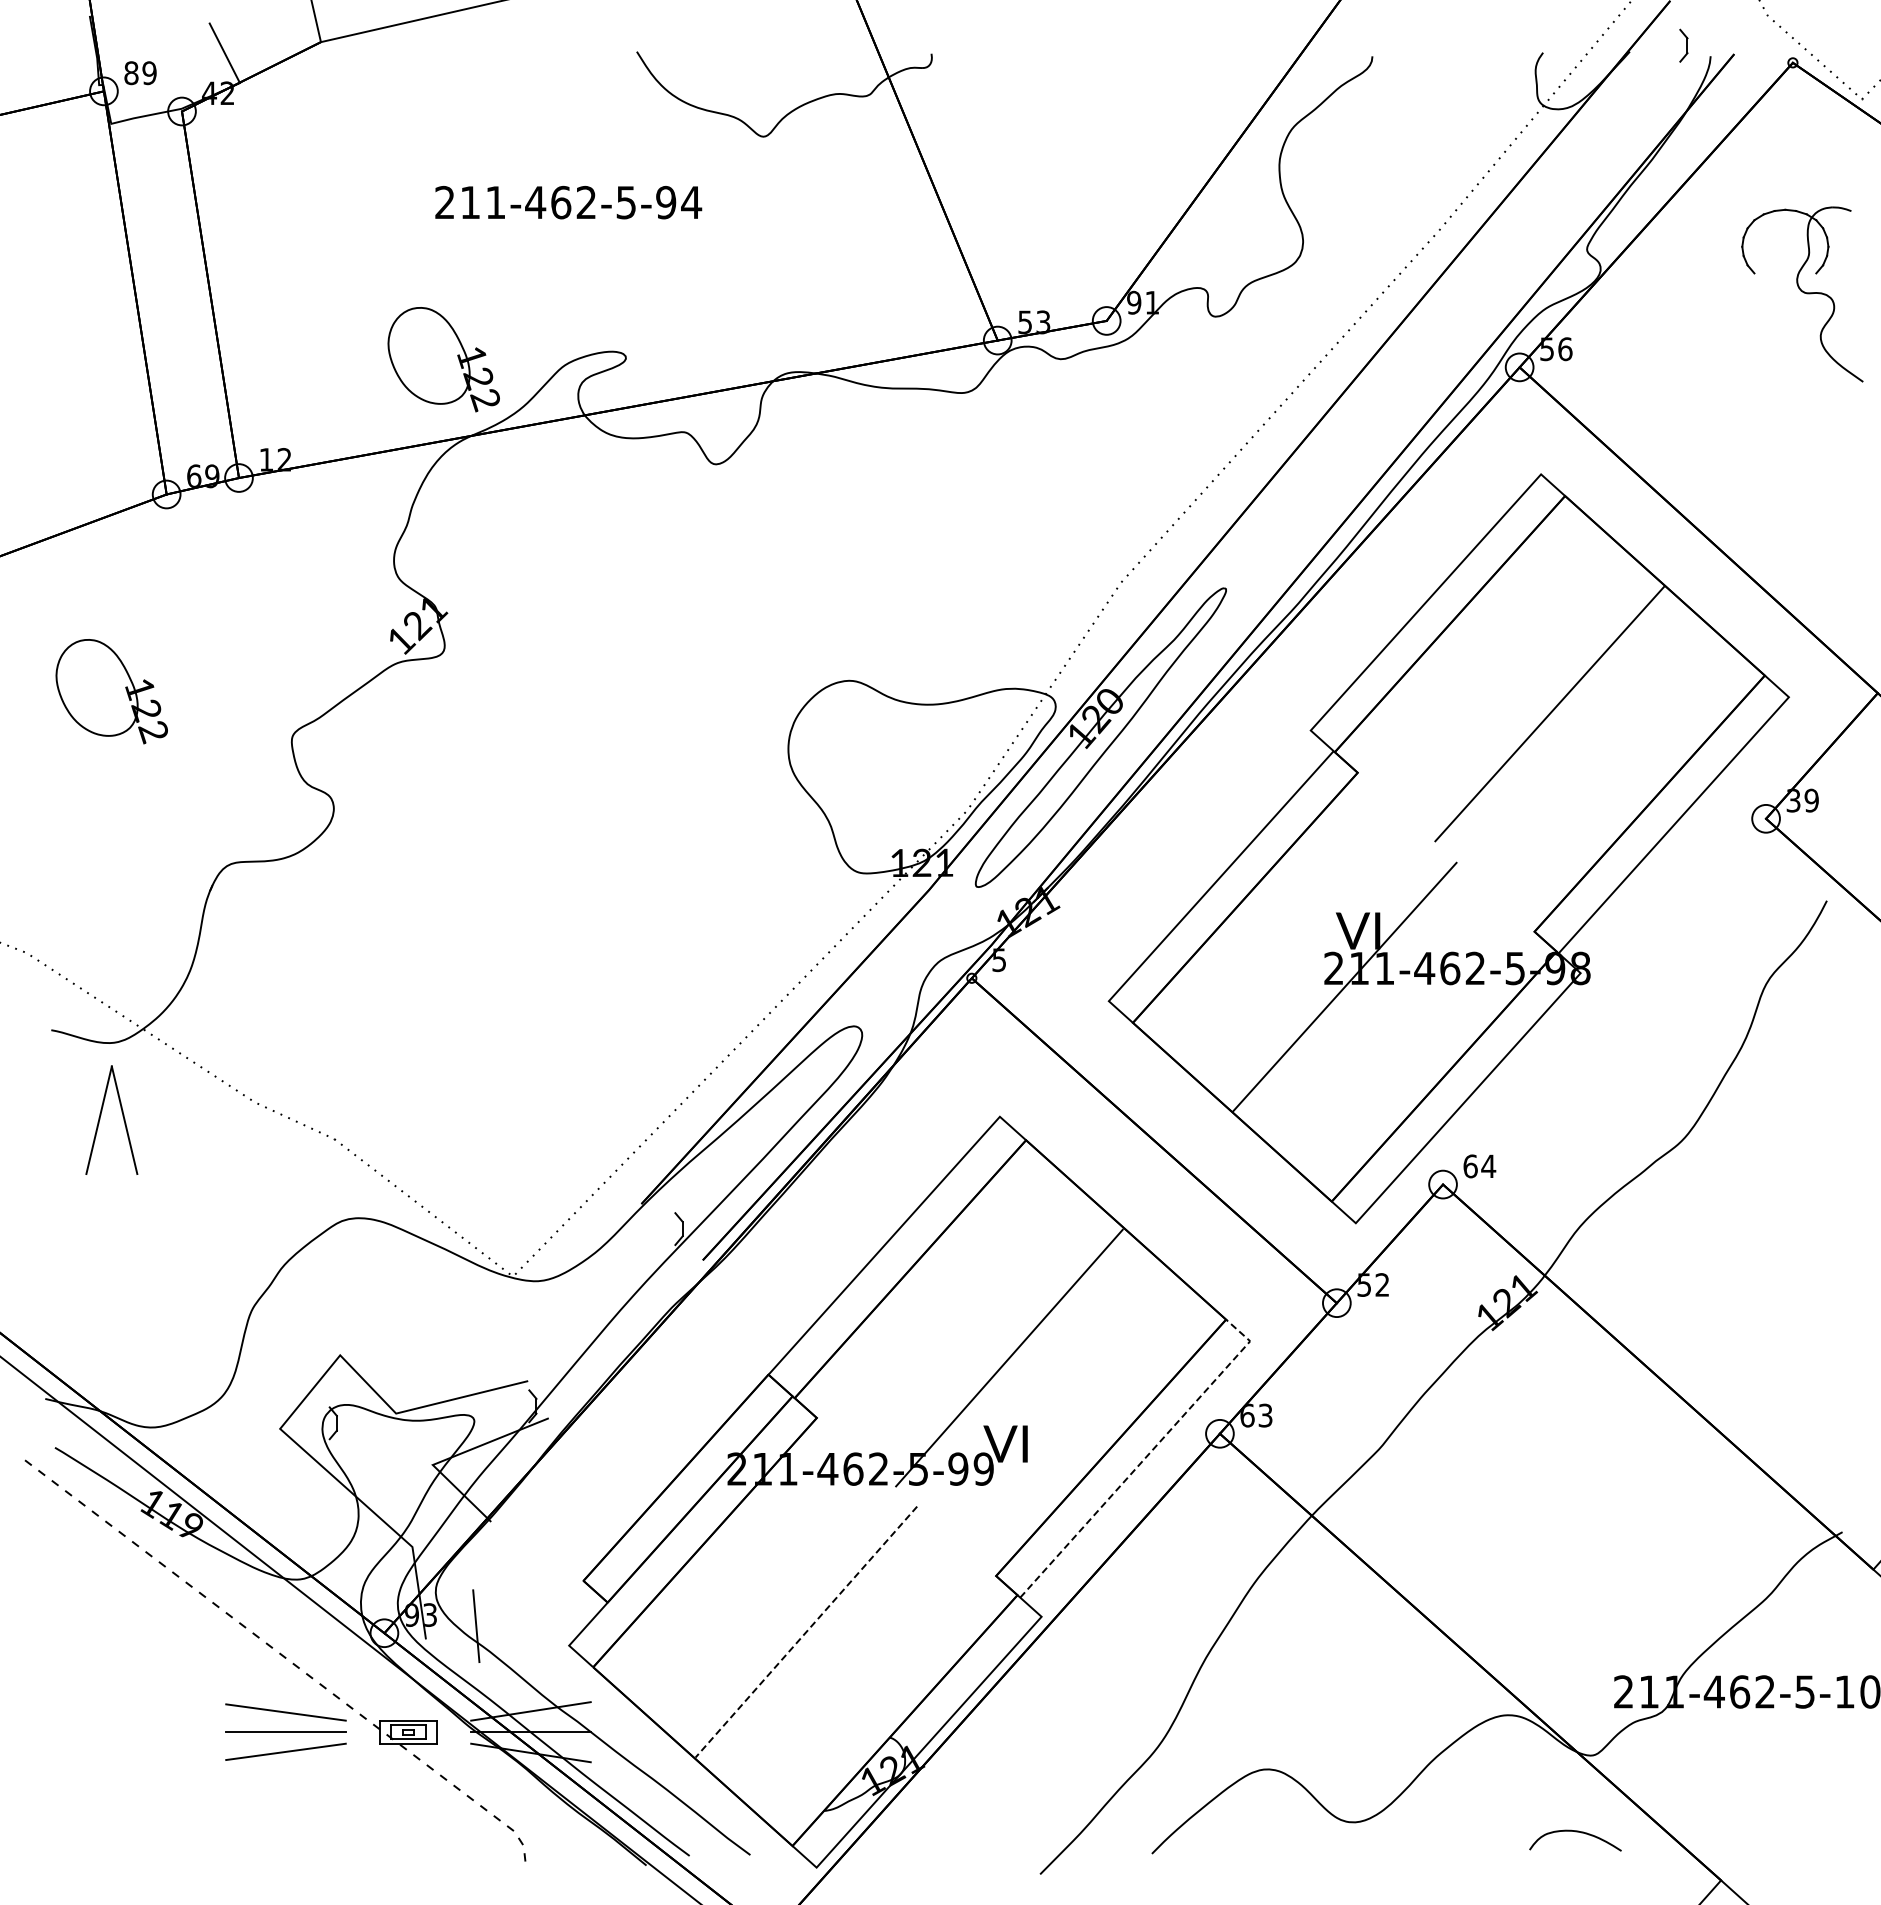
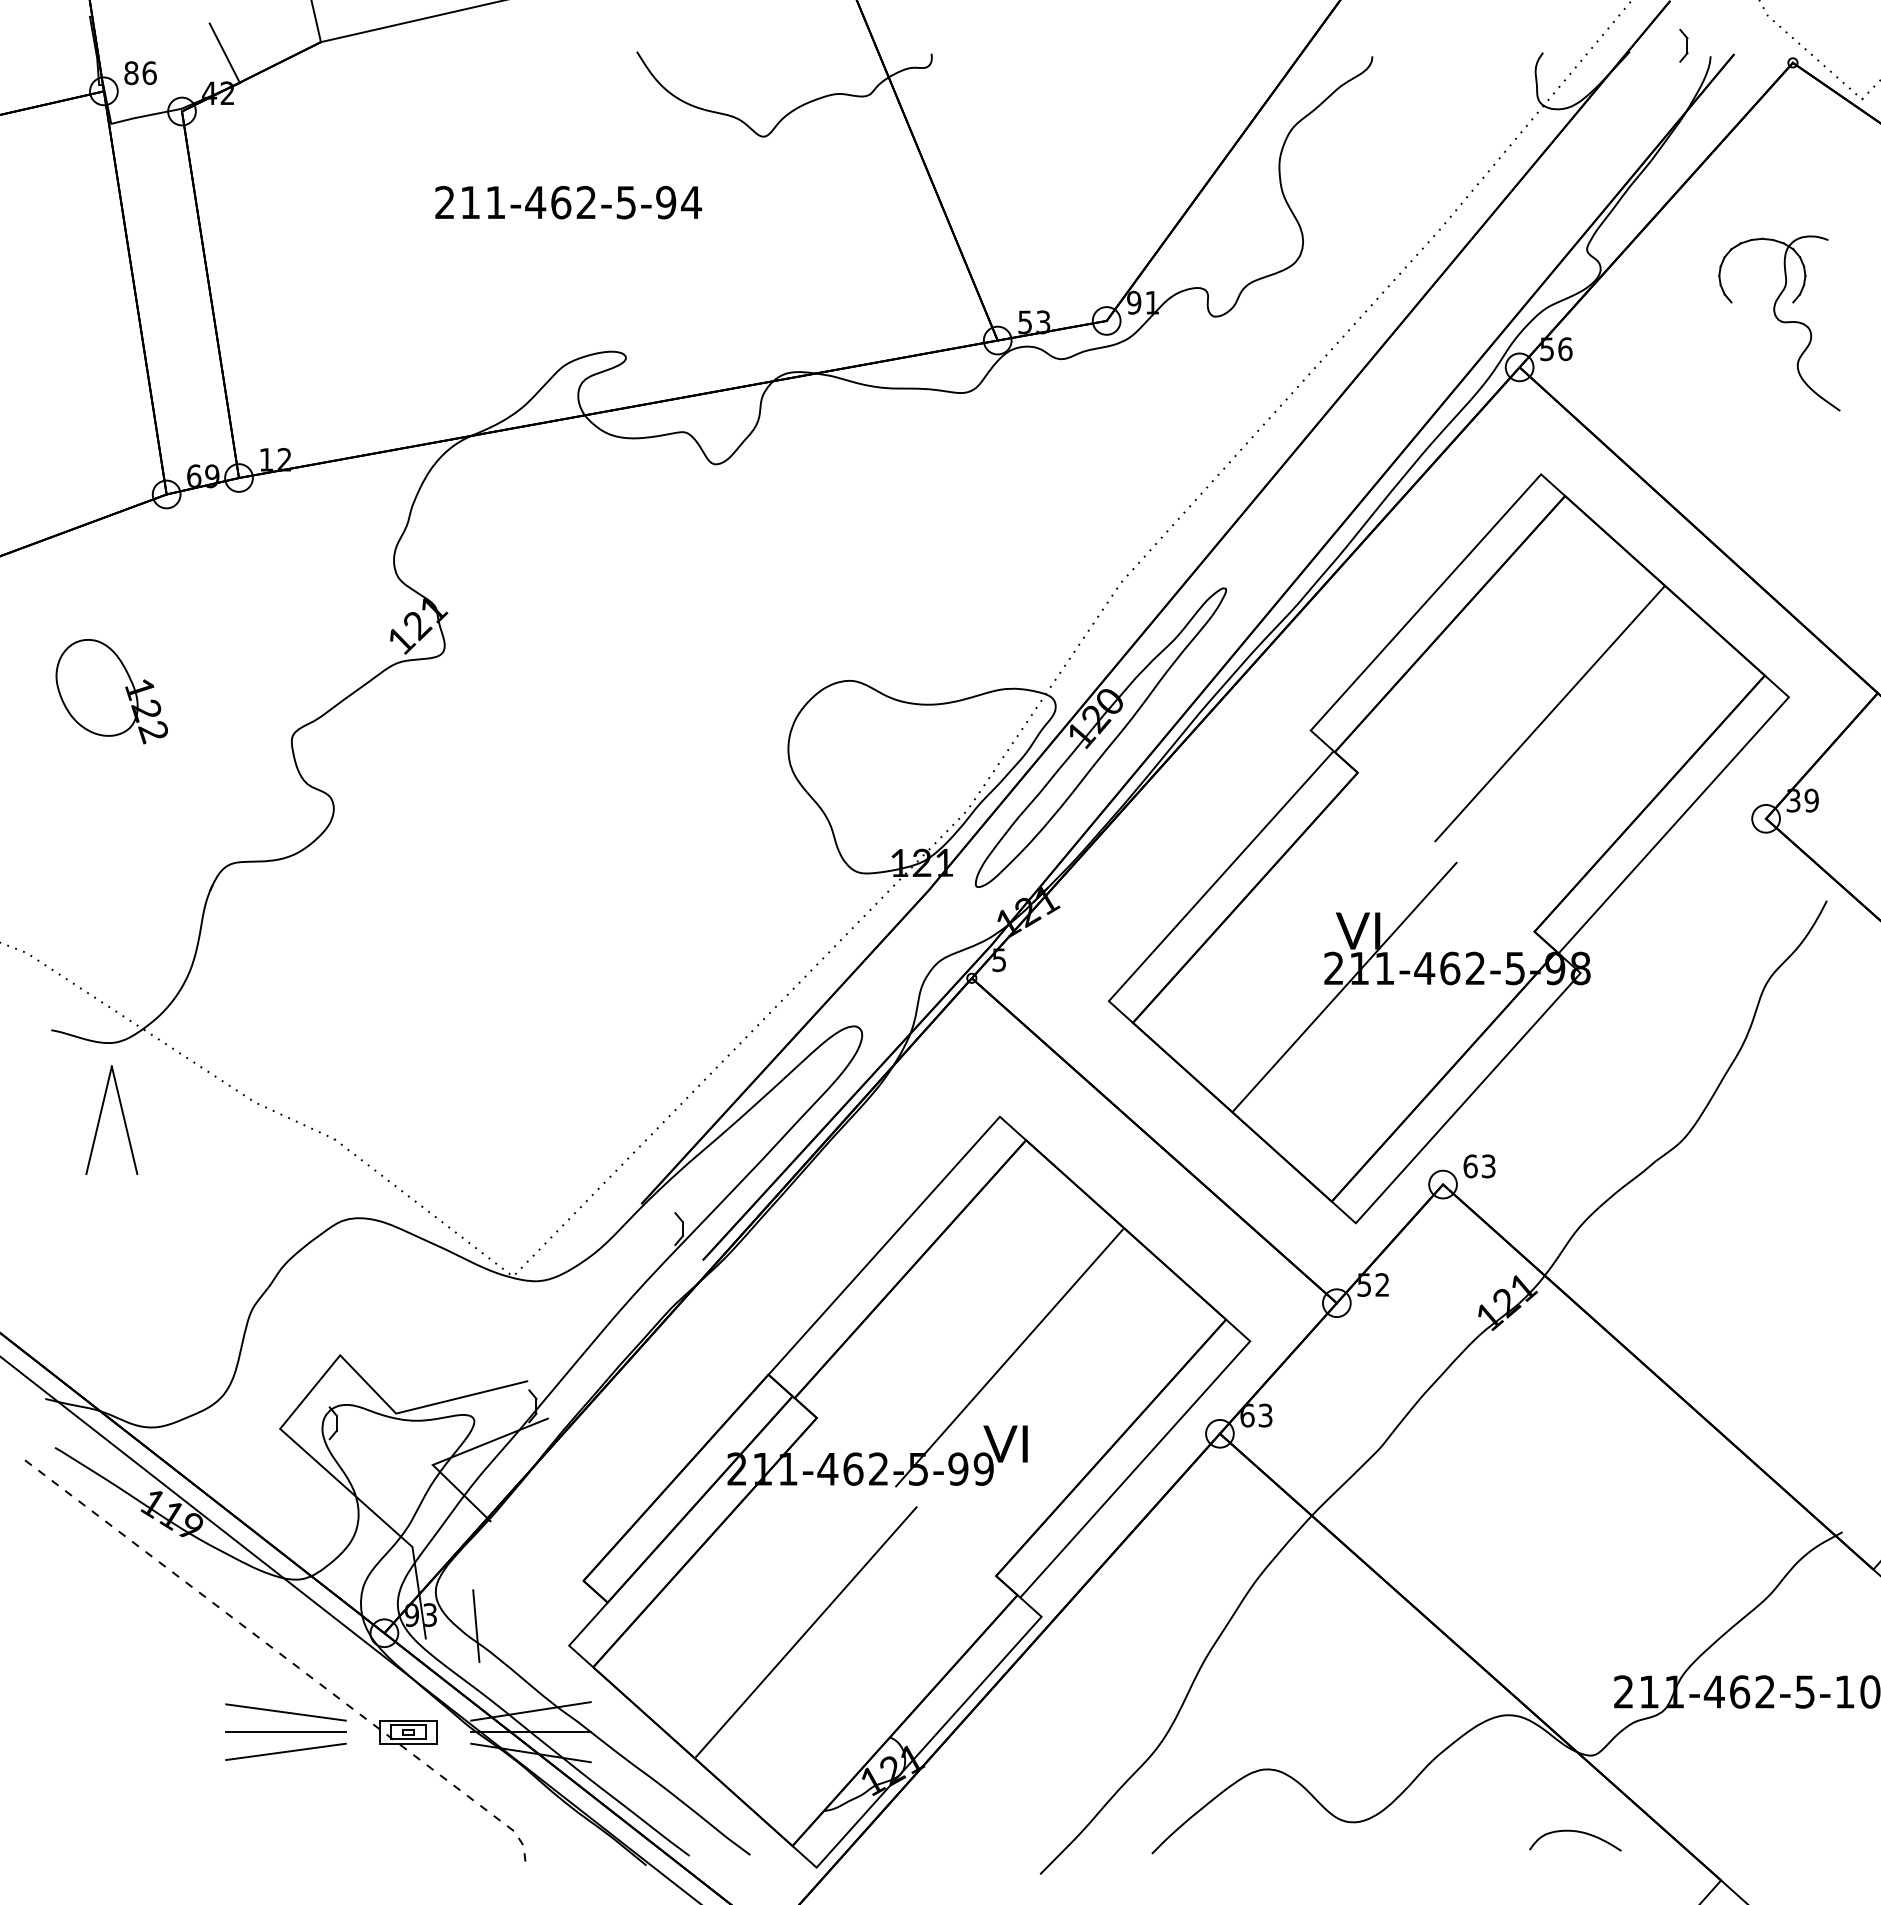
text at (149, 73): 89 -> 86
part at (1802, 294) position: (1802, 294) -> (1779, 323)
part at (443, 359): present -> none
text at (1488, 1166): 64 -> 63
line at (1146, 1456): dashed -> solid
line at (806, 1632): dashed -> solid
